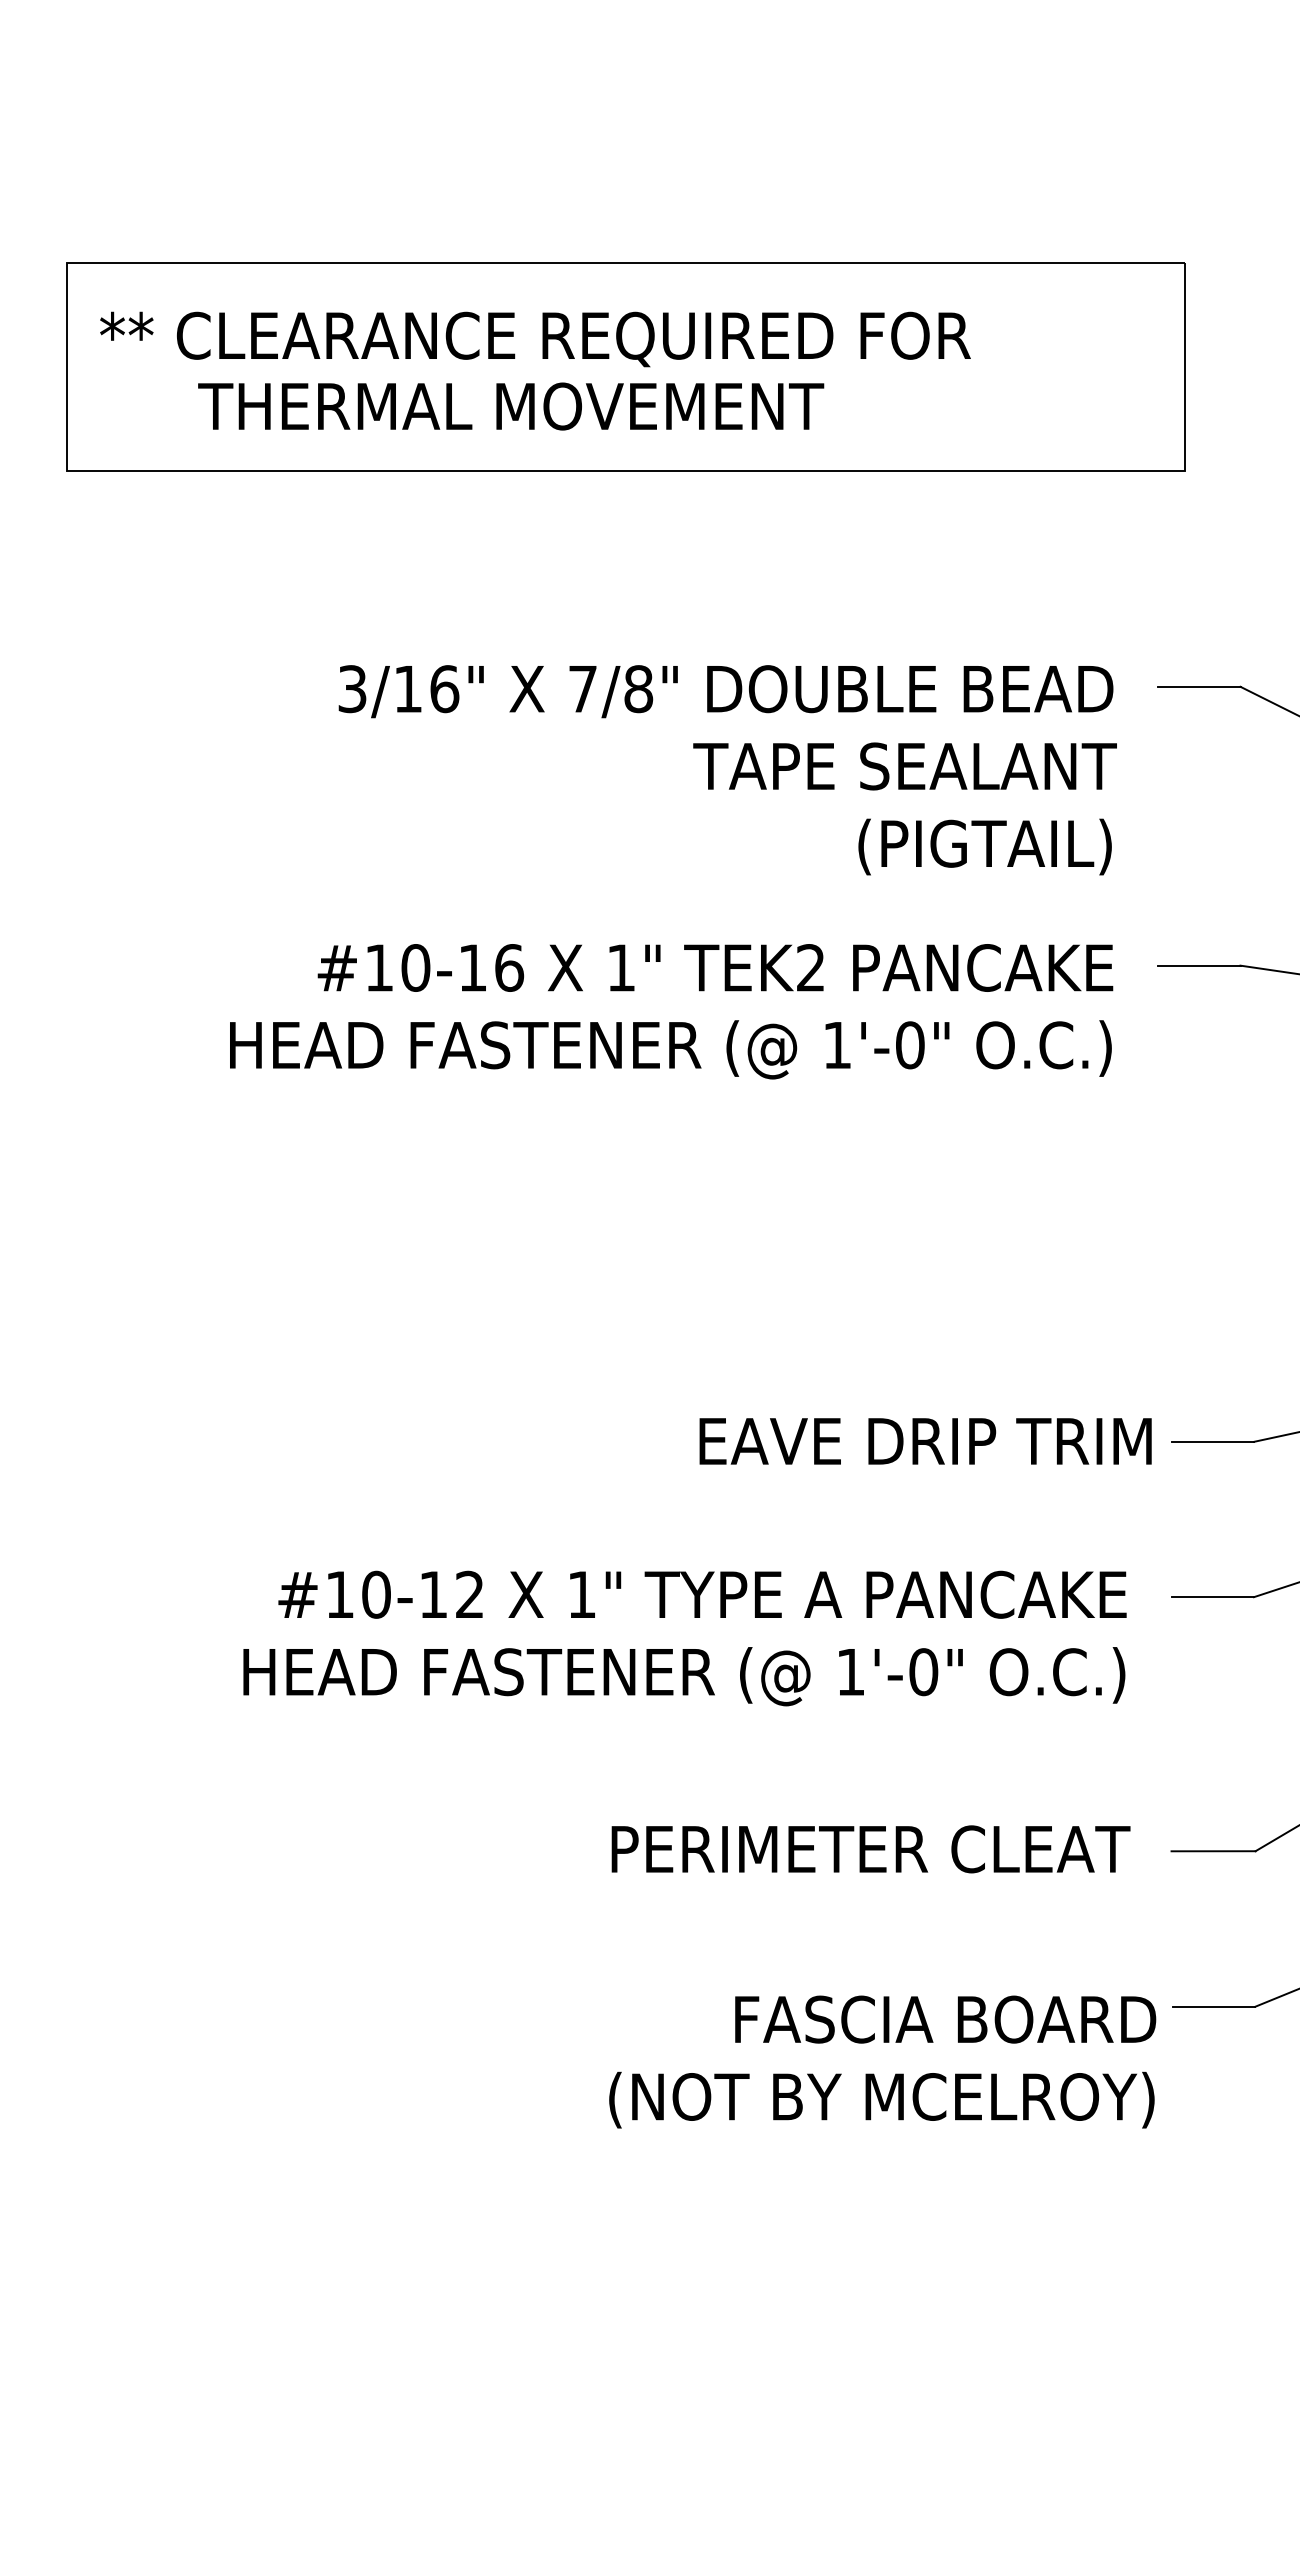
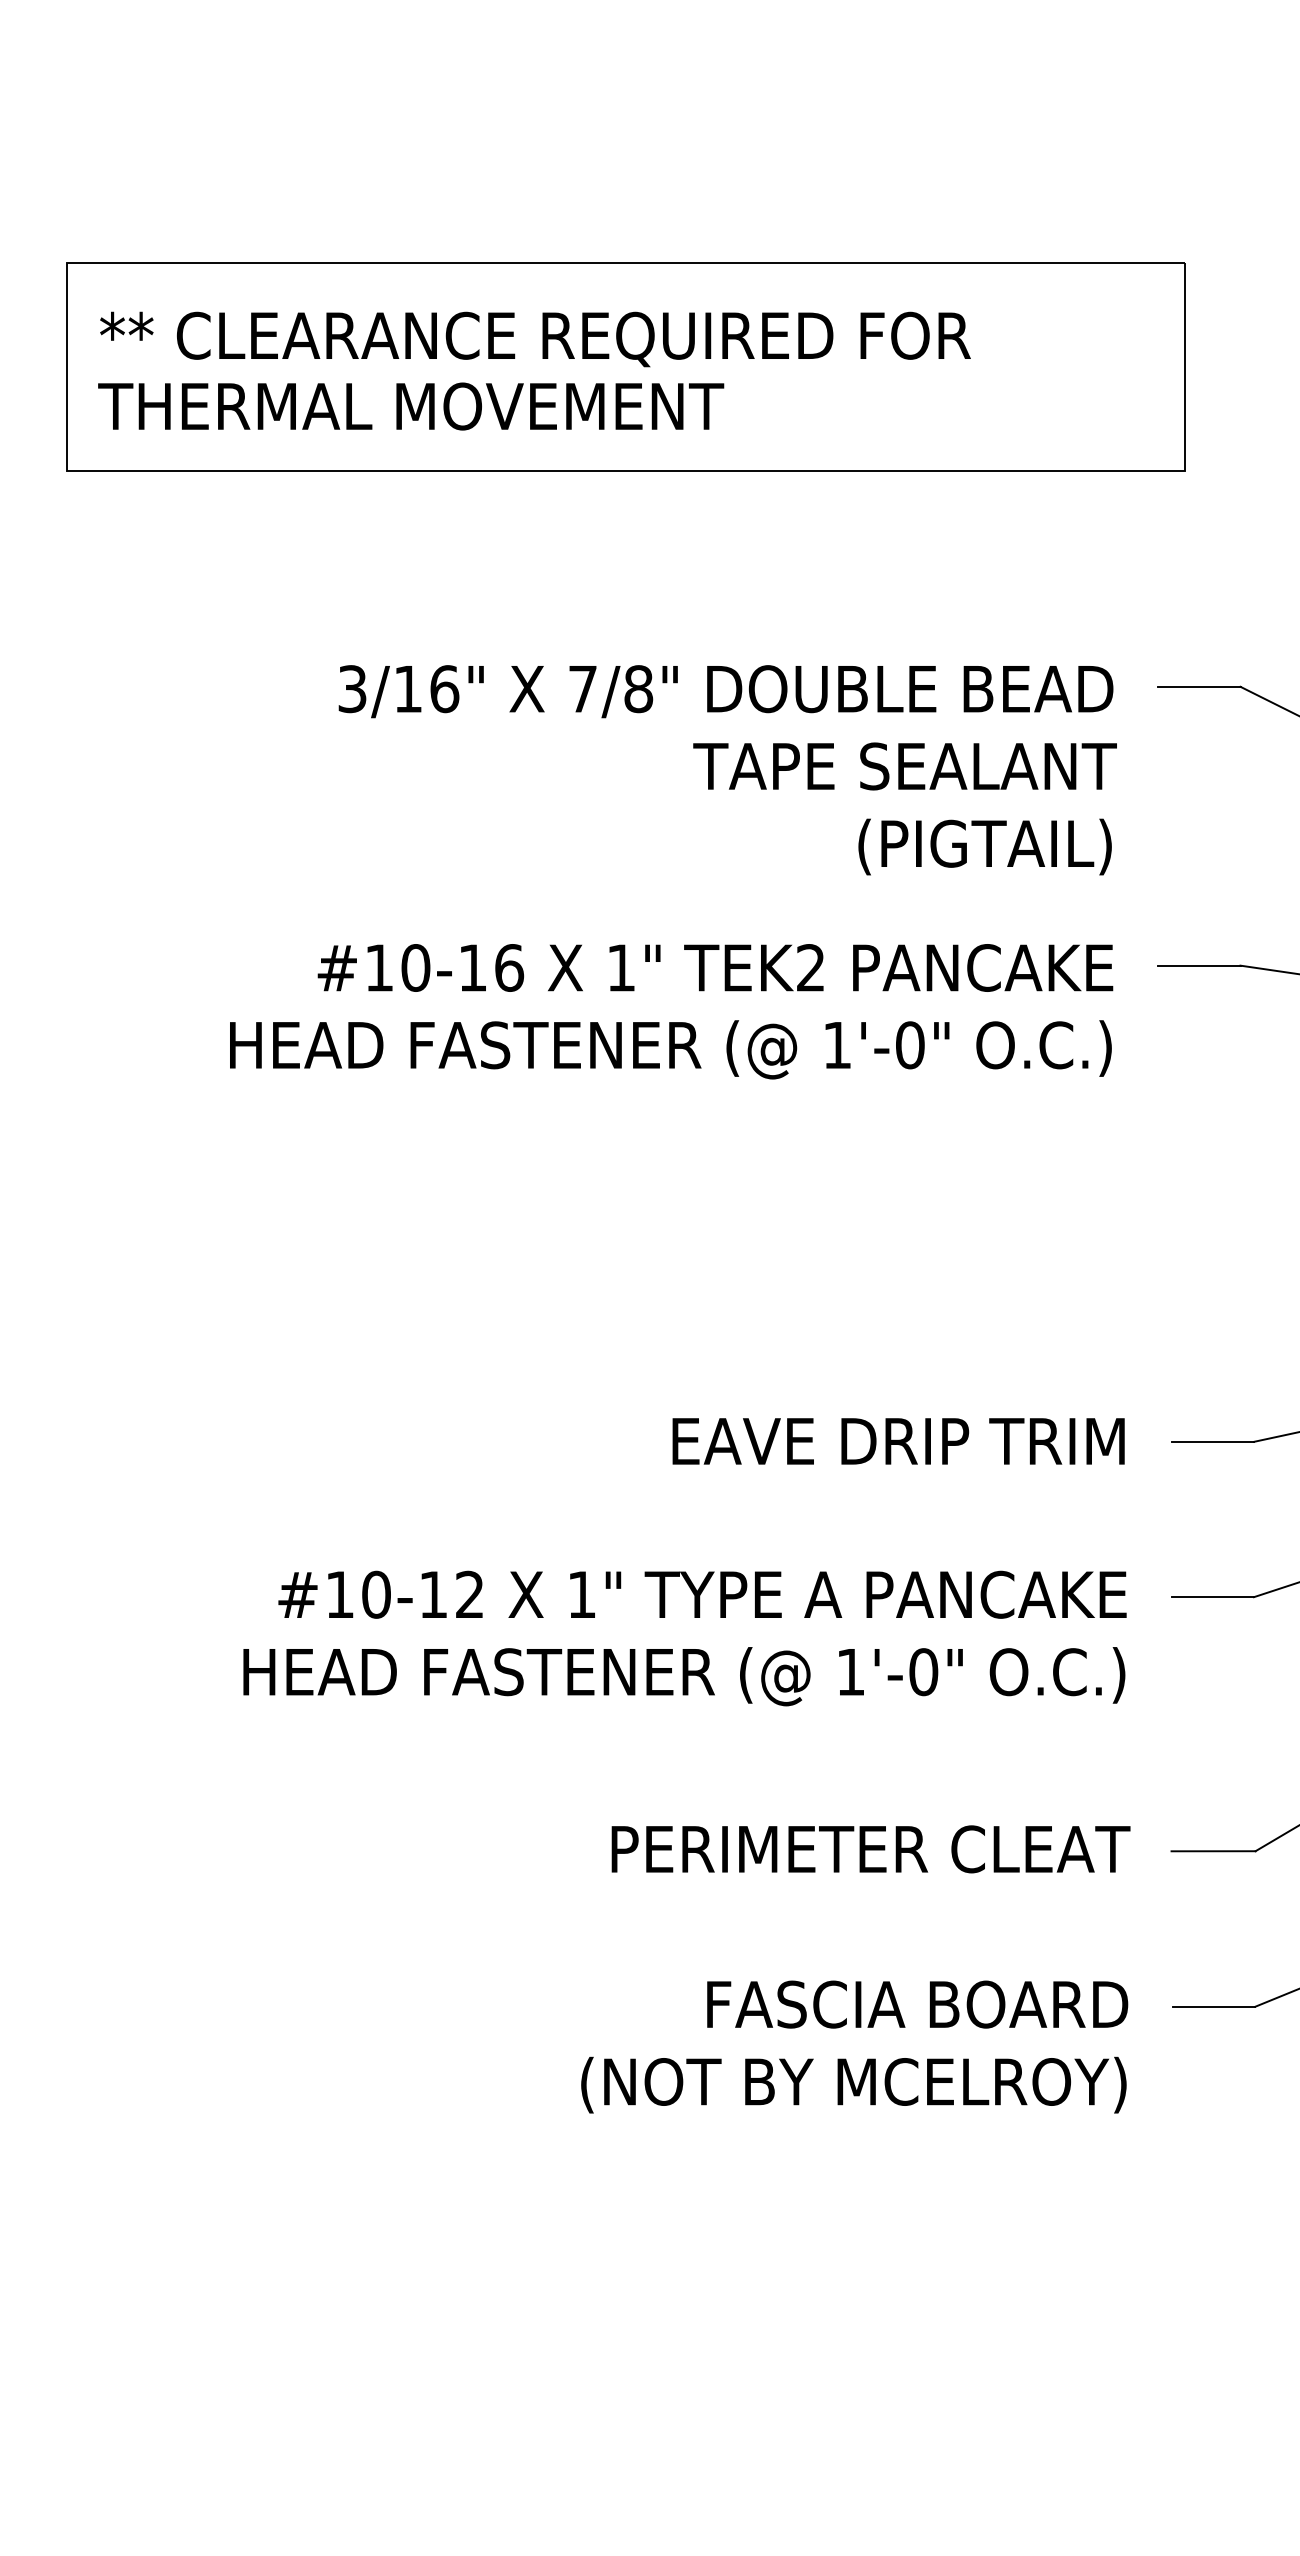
text at (511, 406) position: (511, 406) -> (411, 406)
text at (925, 1441) position: (925, 1441) -> (898, 1441)
text at (882, 2061) position: (882, 2061) -> (854, 2046)
